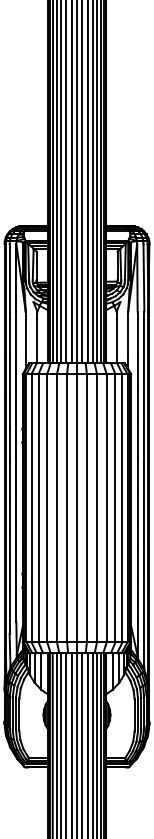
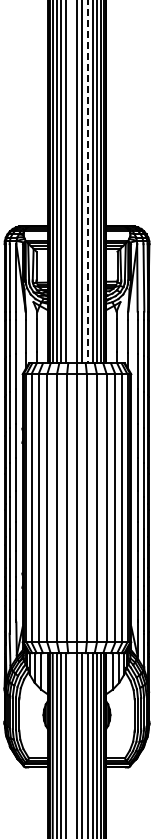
line at (71, 182): present -> none
line at (87, 182): solid -> dashed
line at (71, 744): present -> none
